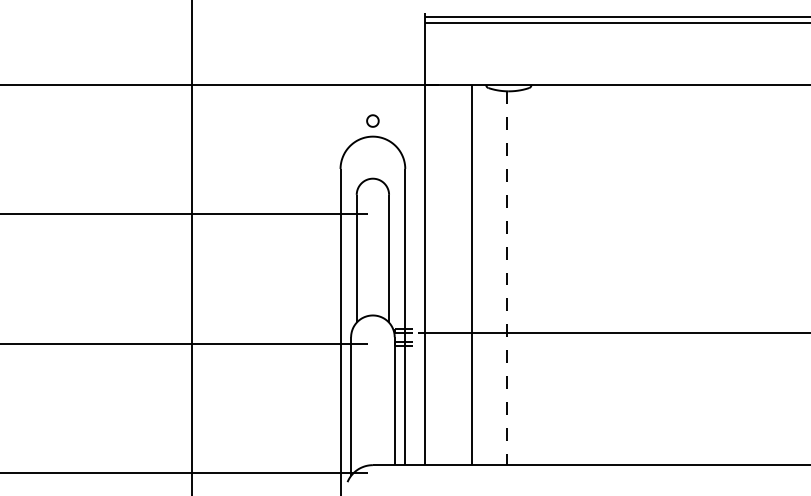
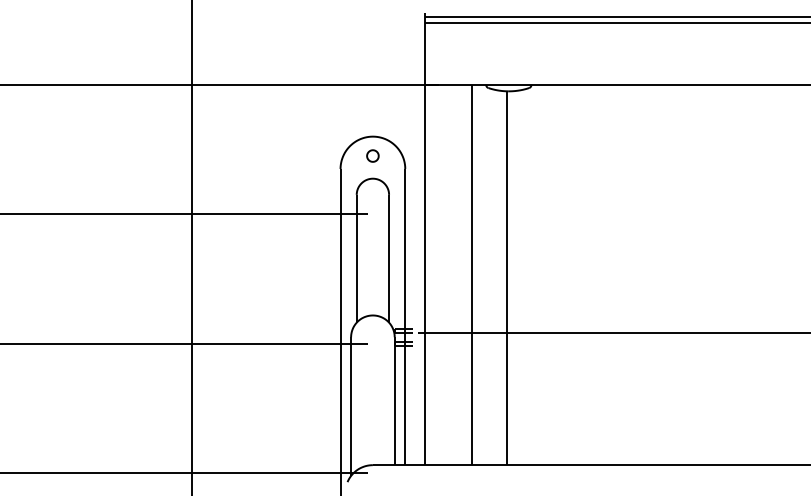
part at (372, 120) position: (372, 120) -> (372, 155)
line at (506, 278): dashed -> solid
